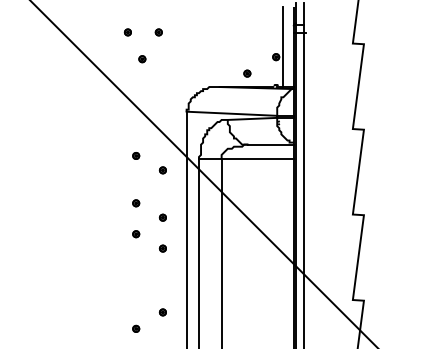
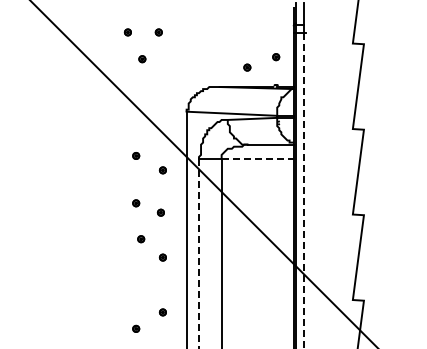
line at (283, 46): present -> none
part at (247, 73) position: (247, 73) -> (247, 67)
line at (258, 159): solid -> dashed
line at (303, 191): solid -> dashed
part at (162, 217) position: (162, 217) -> (160, 212)
part at (136, 234) position: (136, 234) -> (141, 239)
part at (162, 248) position: (162, 248) -> (162, 257)
line at (198, 254): solid -> dashed
